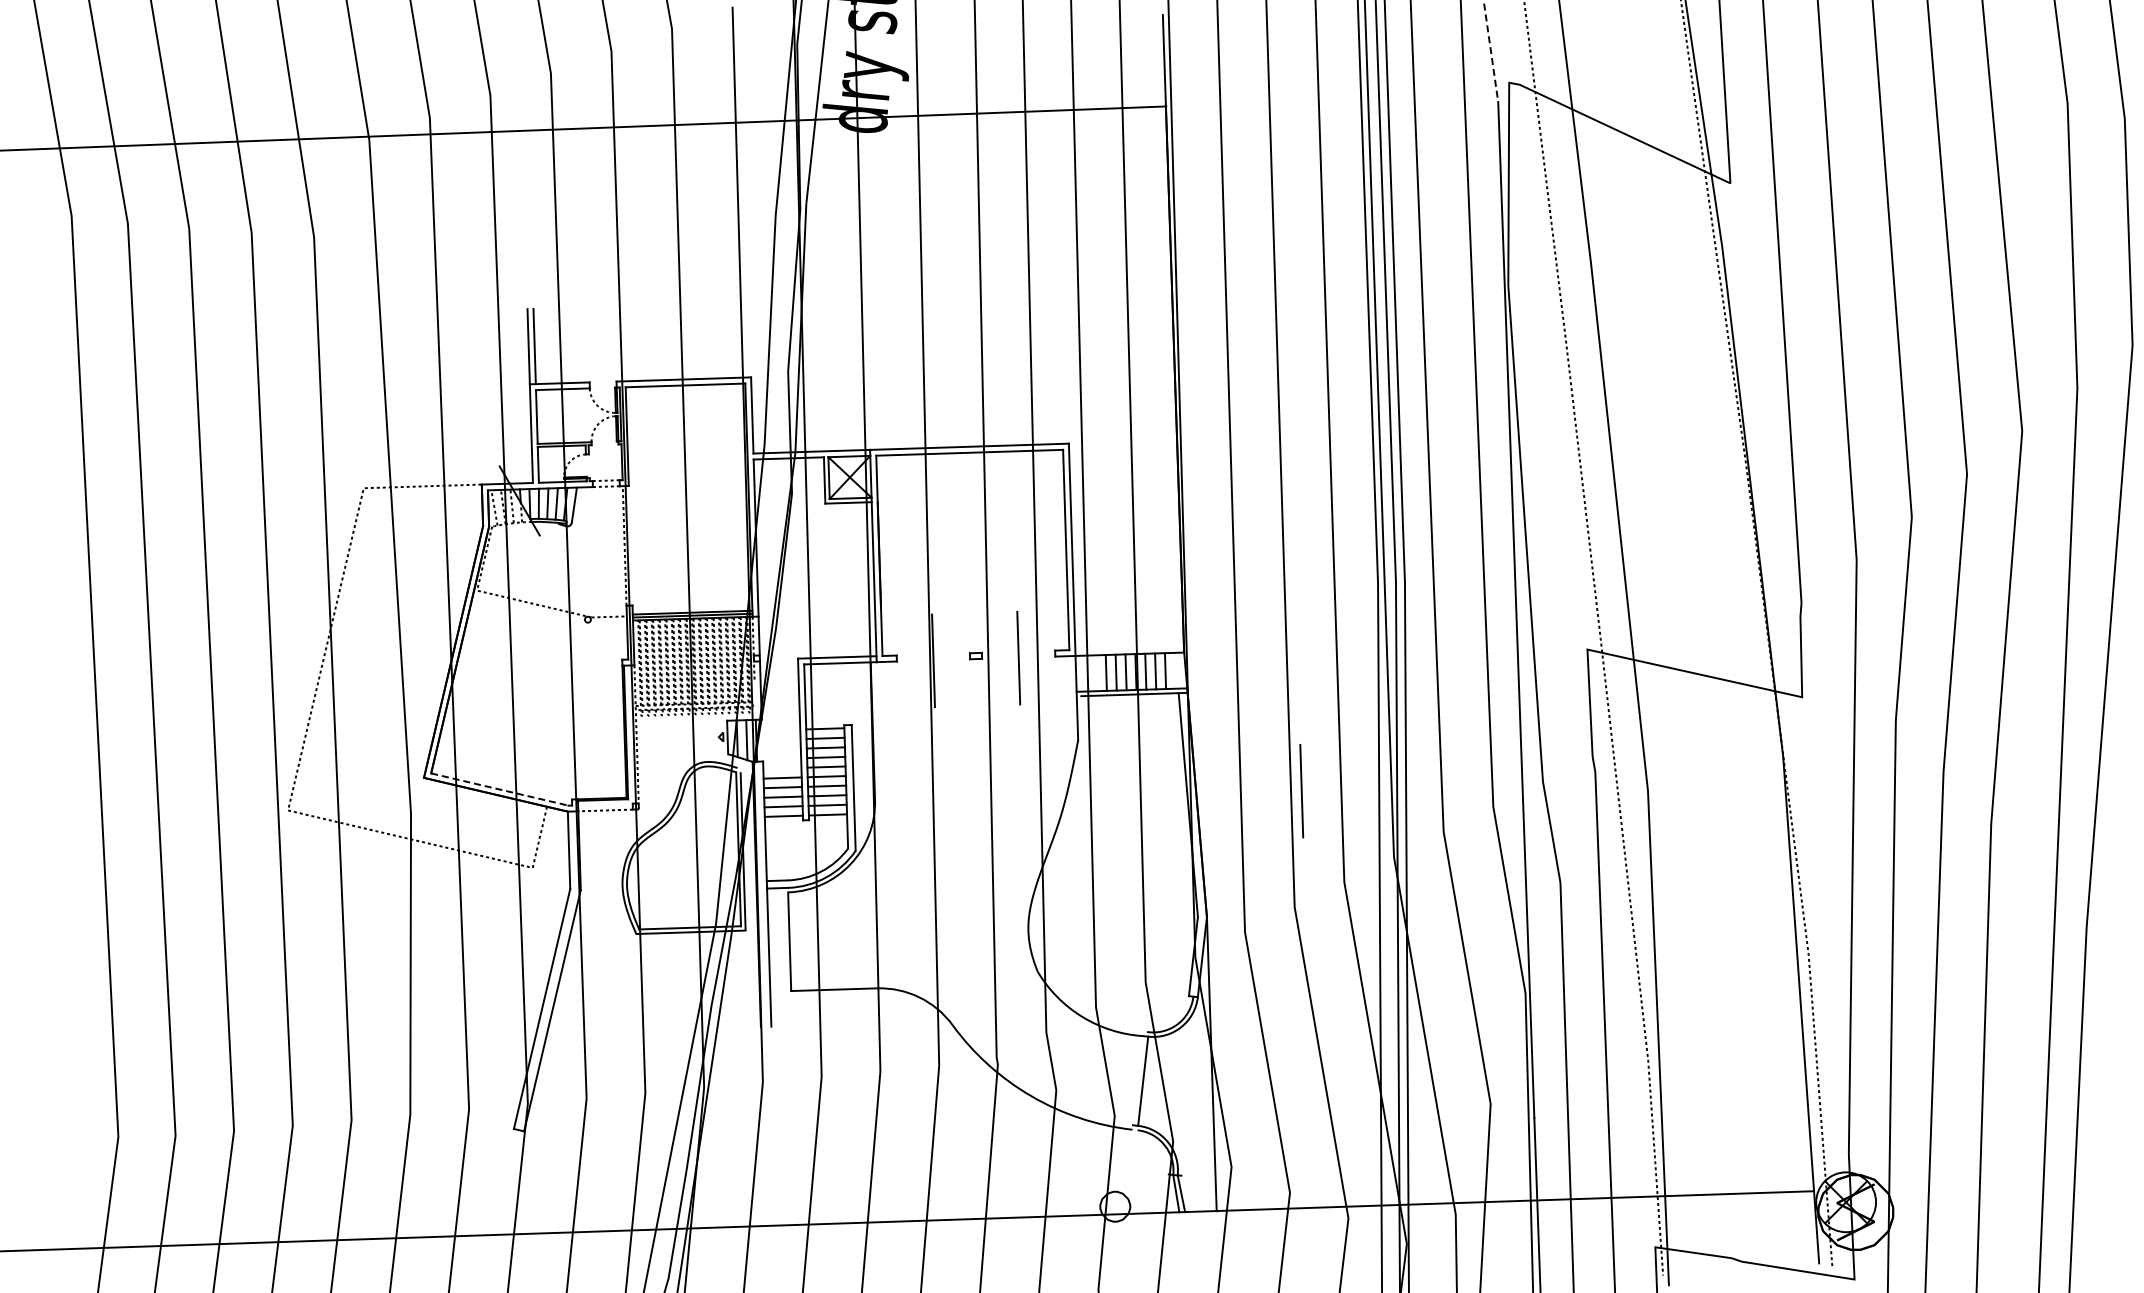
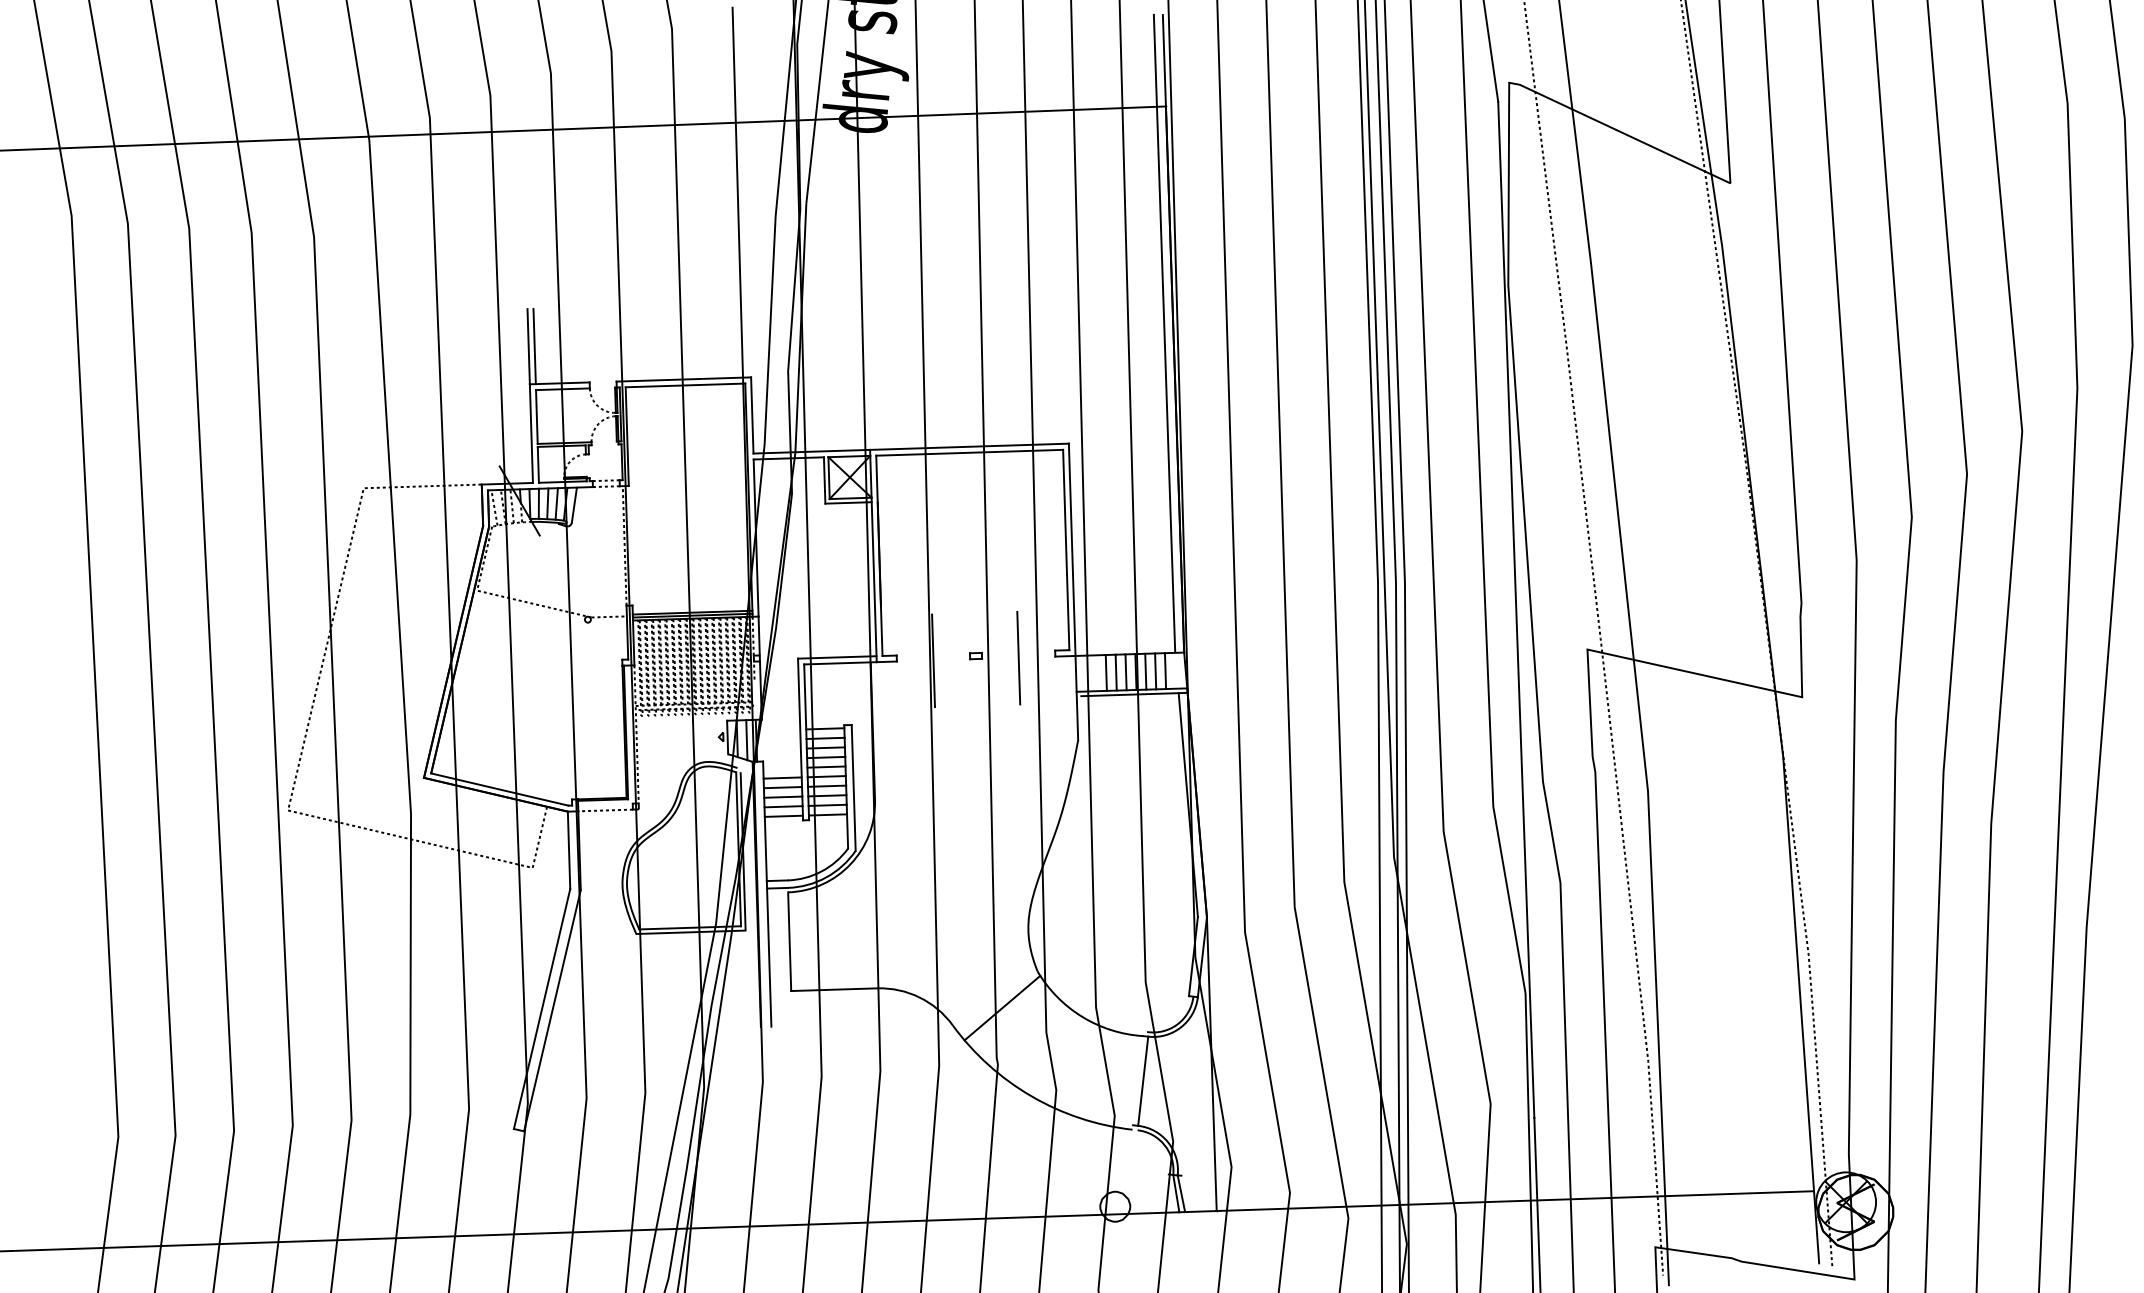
line at (1490, 51): dashed -> solid
line at (1164, 333): none -> present
line at (500, 789): dashed -> solid
line at (1301, 791): present -> none
line at (1002, 1007): none -> present
